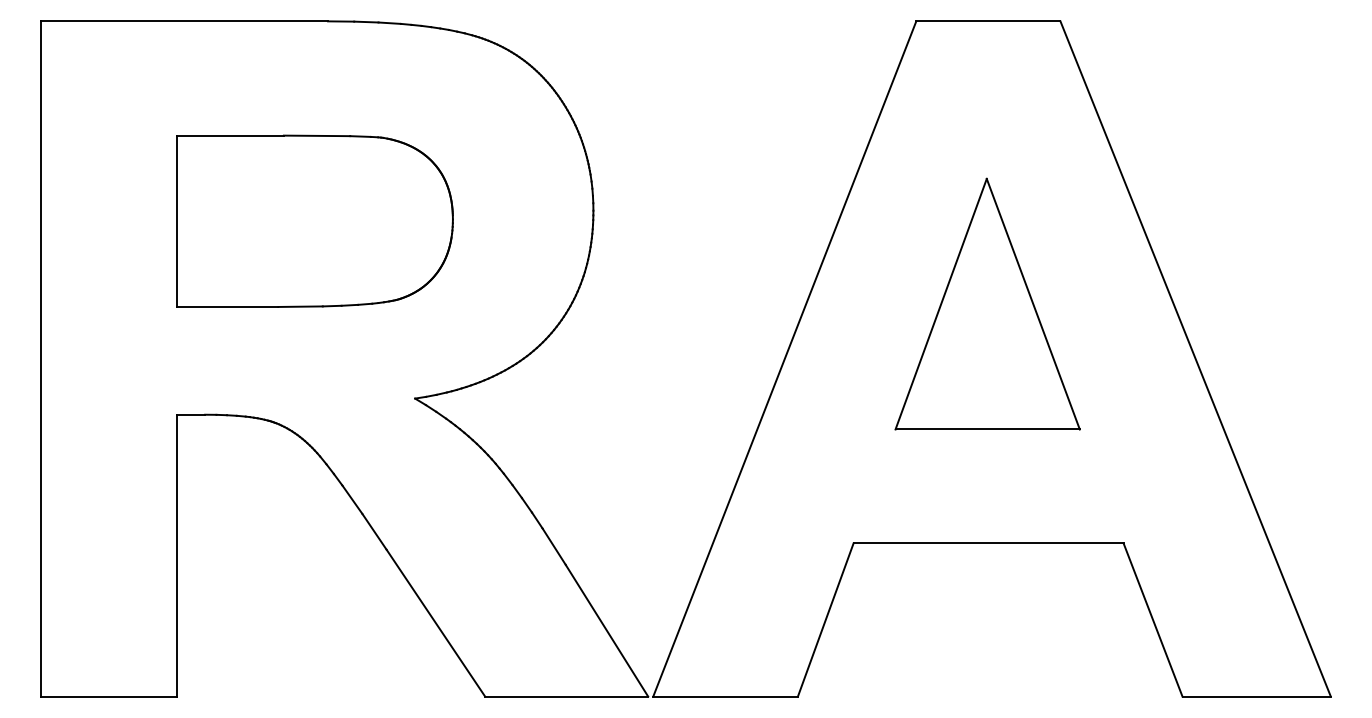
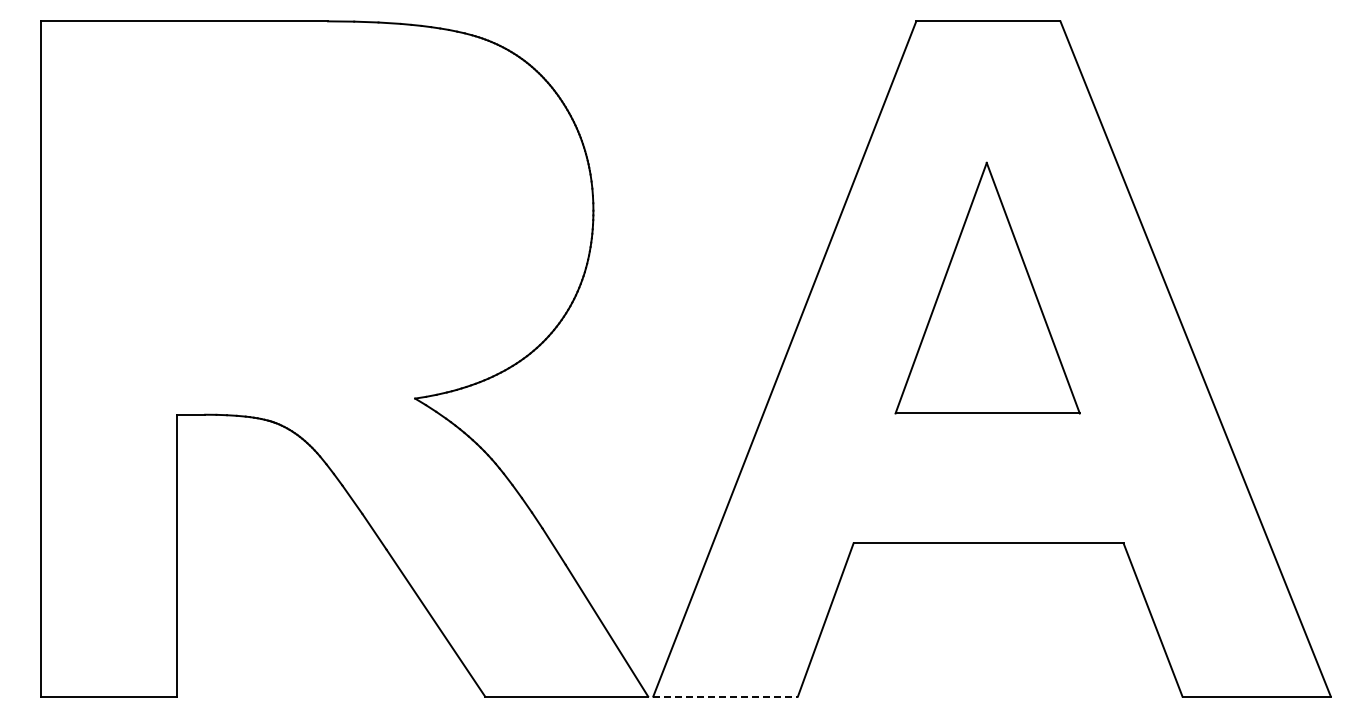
part at (314, 220): present -> none
part at (987, 303) position: (987, 303) -> (987, 287)
line at (726, 696): solid -> dashed
